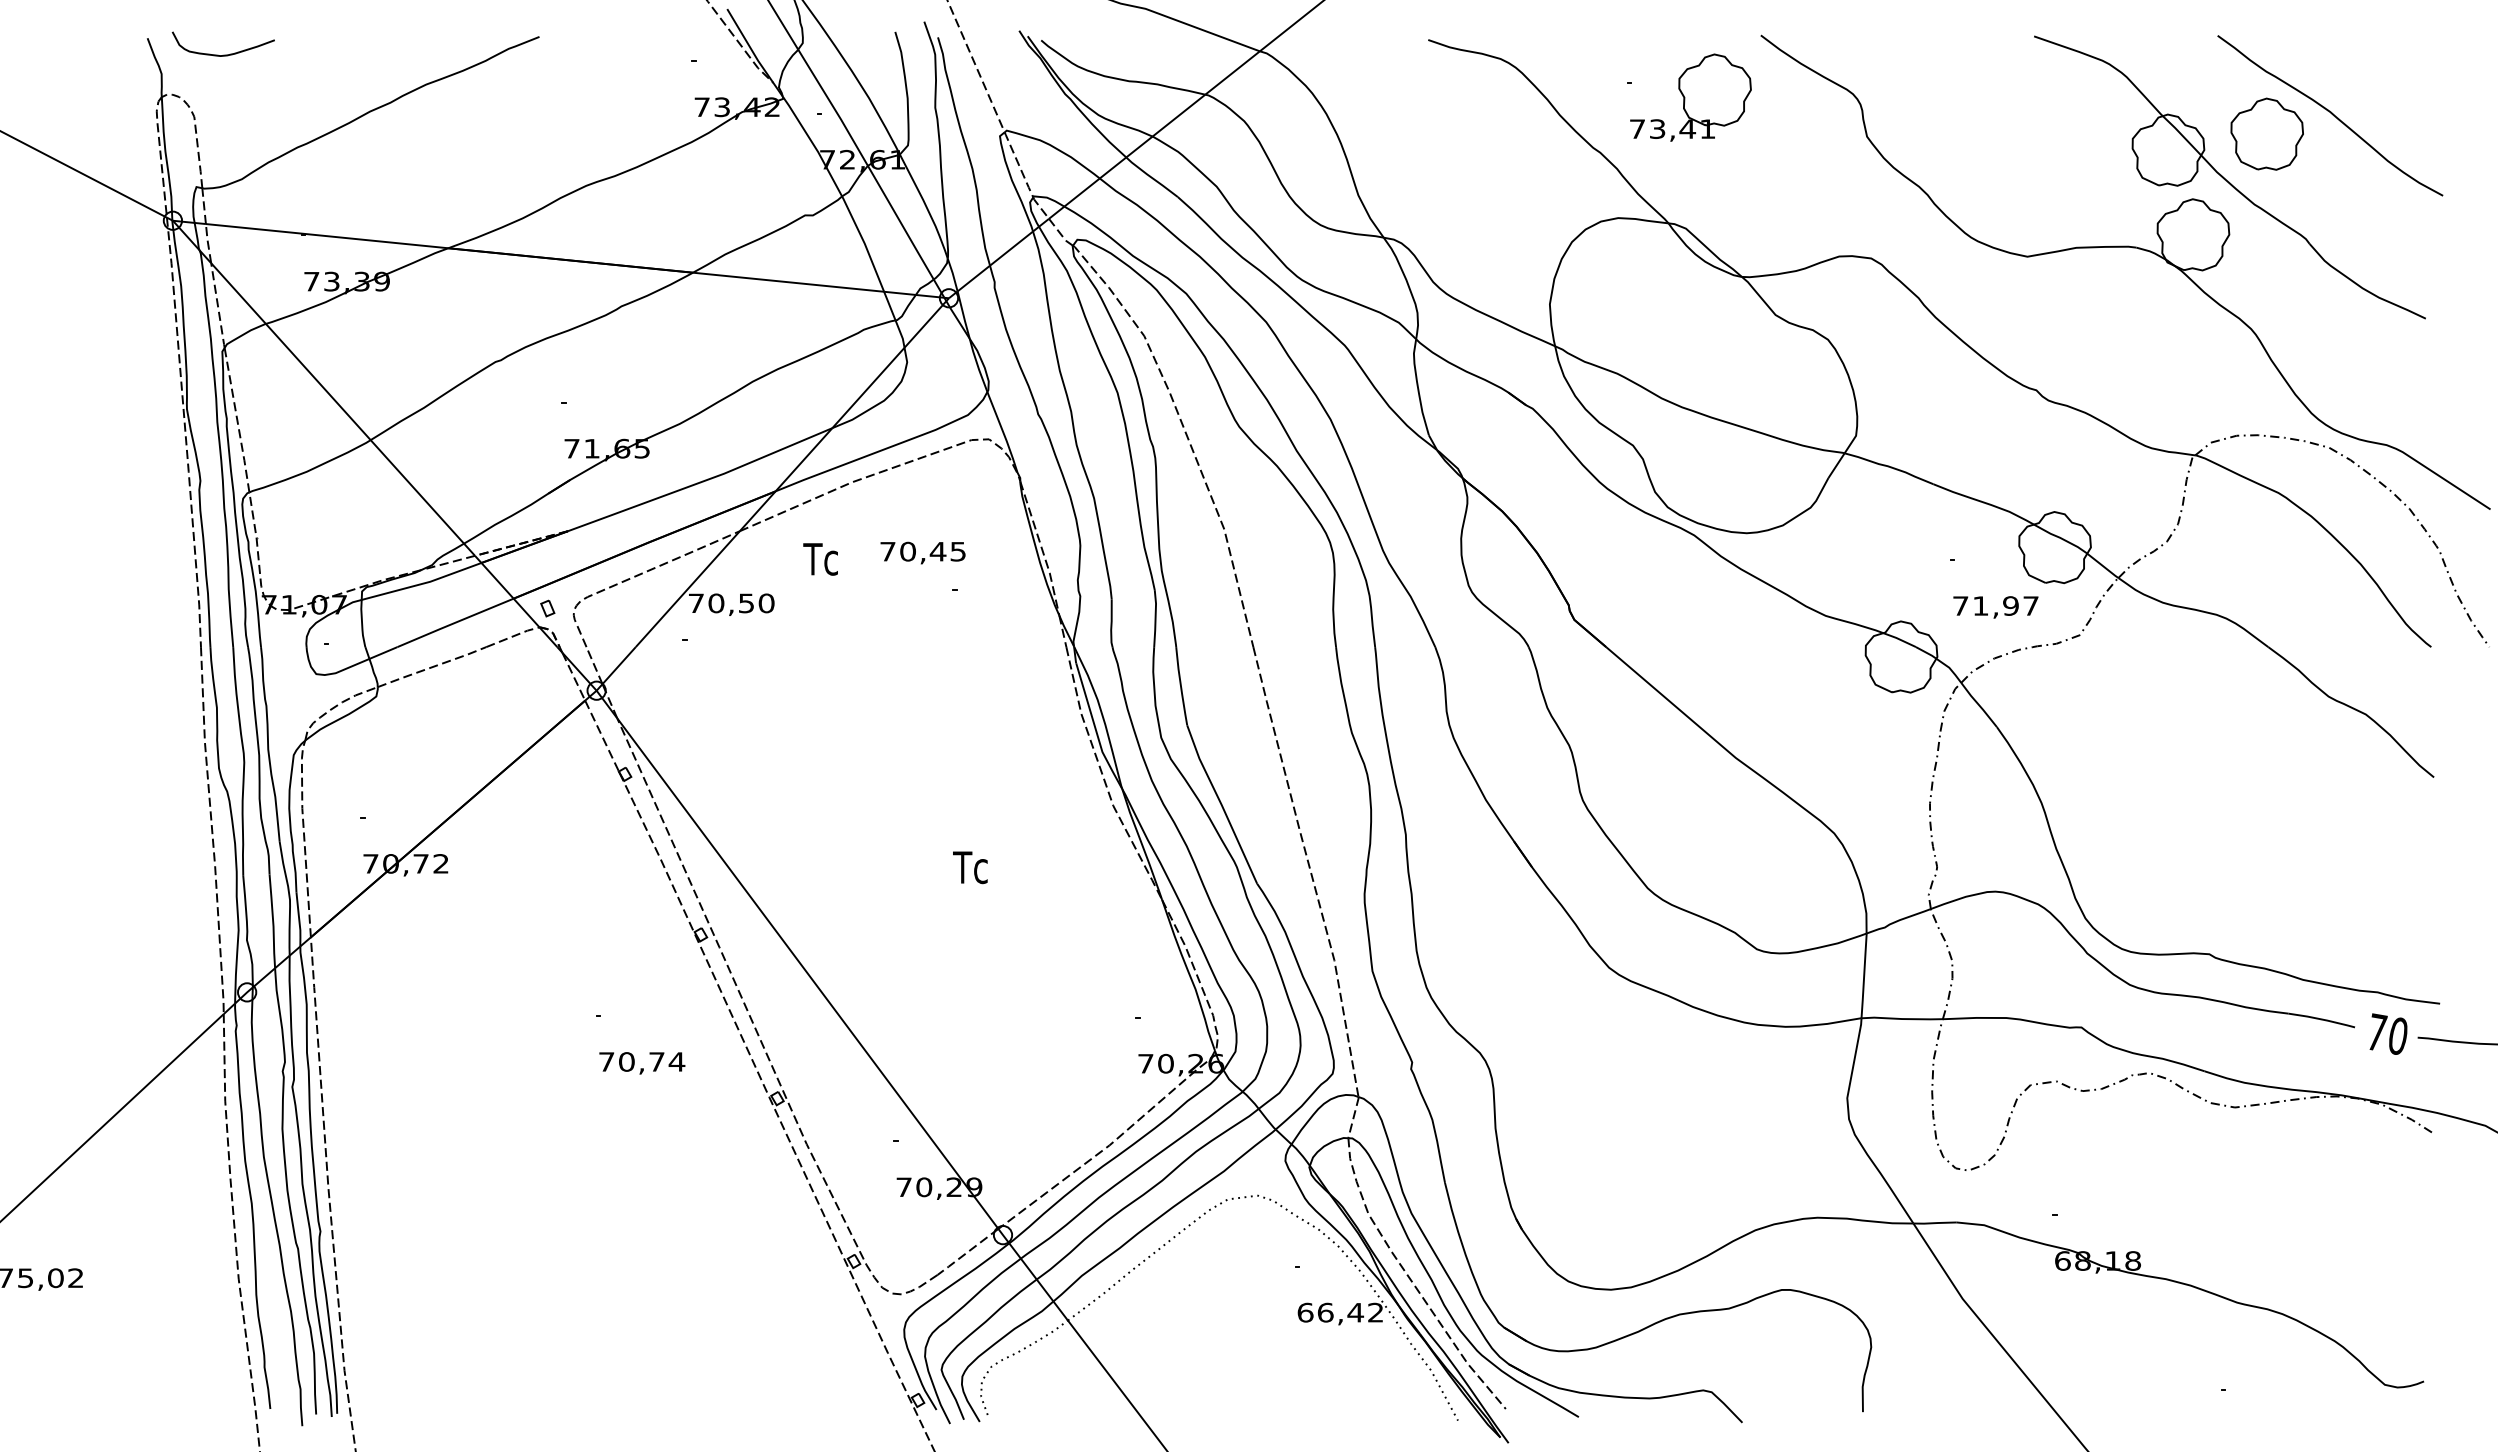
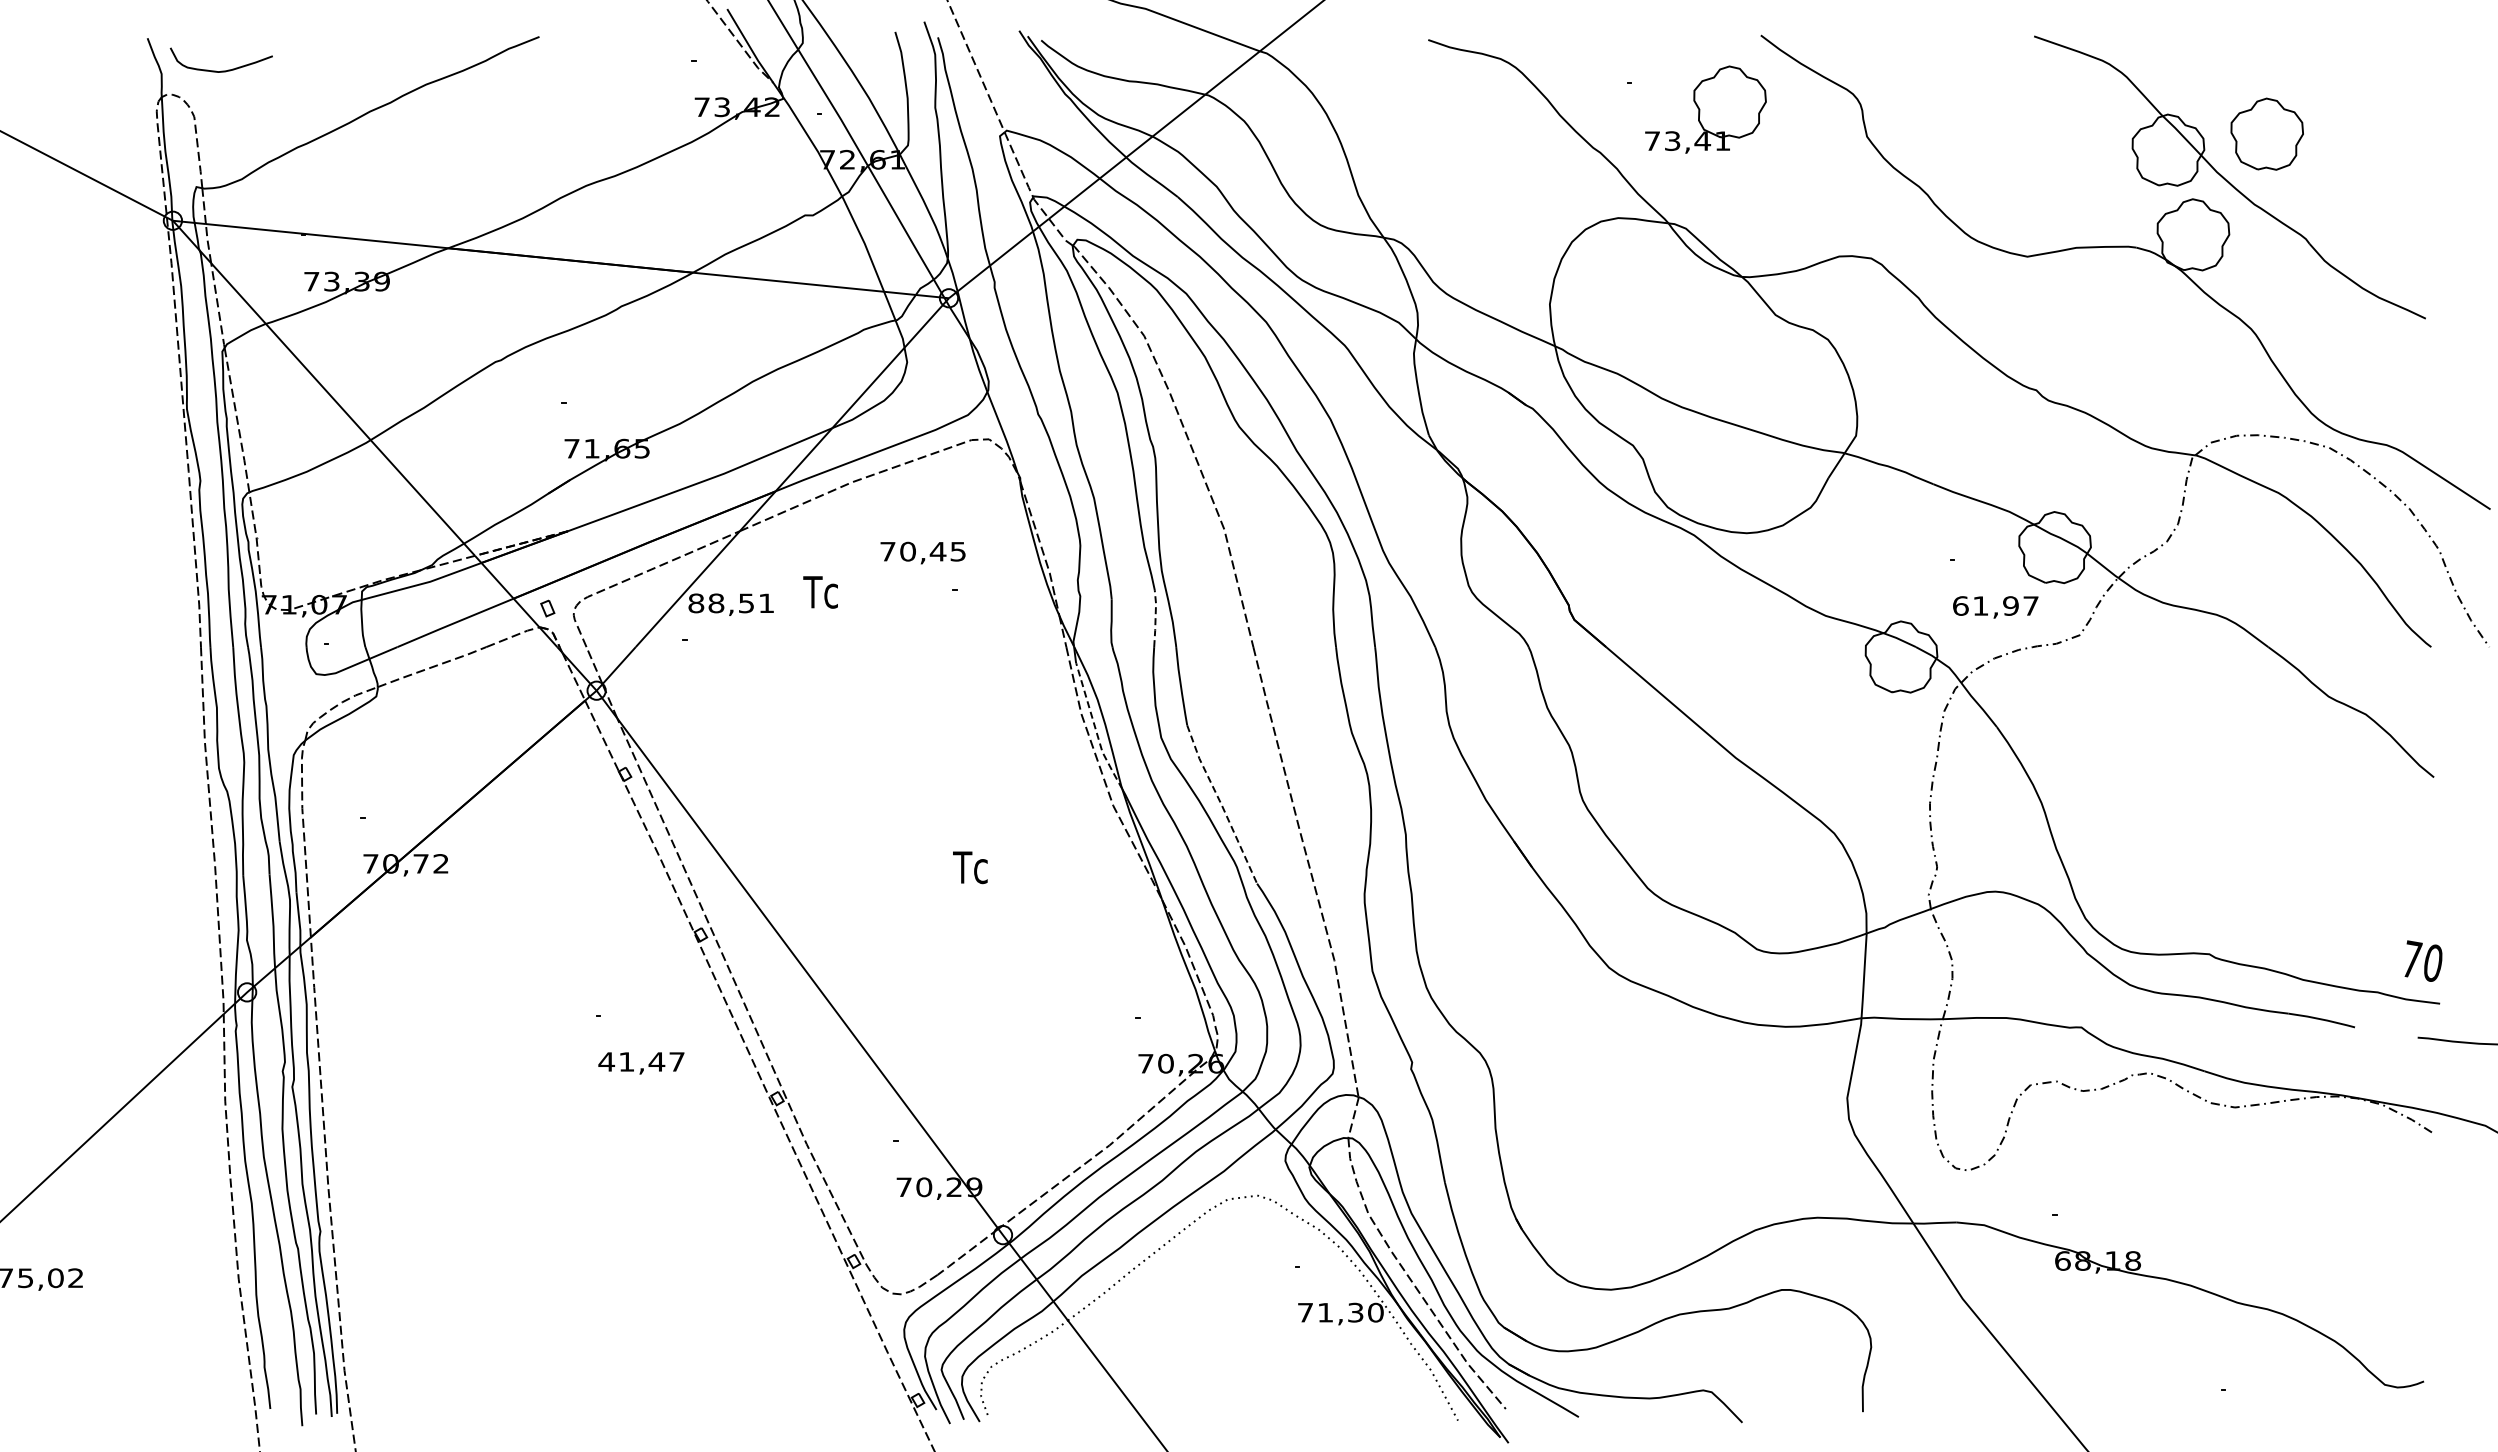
curve at (223, 54) position: (223, 54) -> (221, 70)
part at (1690, 97) position: (1690, 97) -> (1705, 109)
curve at (2331, 114): present -> none
text at (820, 559) position: (820, 559) -> (820, 592)
text at (731, 603): 70,50 -> 88,51
text at (1960, 605): 71,97 -> 61,97
line at (1155, 618): solid -> dashed
line at (1095, 729): solid -> dashed
line at (1221, 804): solid -> dashed
text at (2388, 1033) position: (2388, 1033) -> (2423, 960)
text at (641, 1061): 70,74 -> 41,47
text at (1340, 1312): 66,42 -> 71,30
